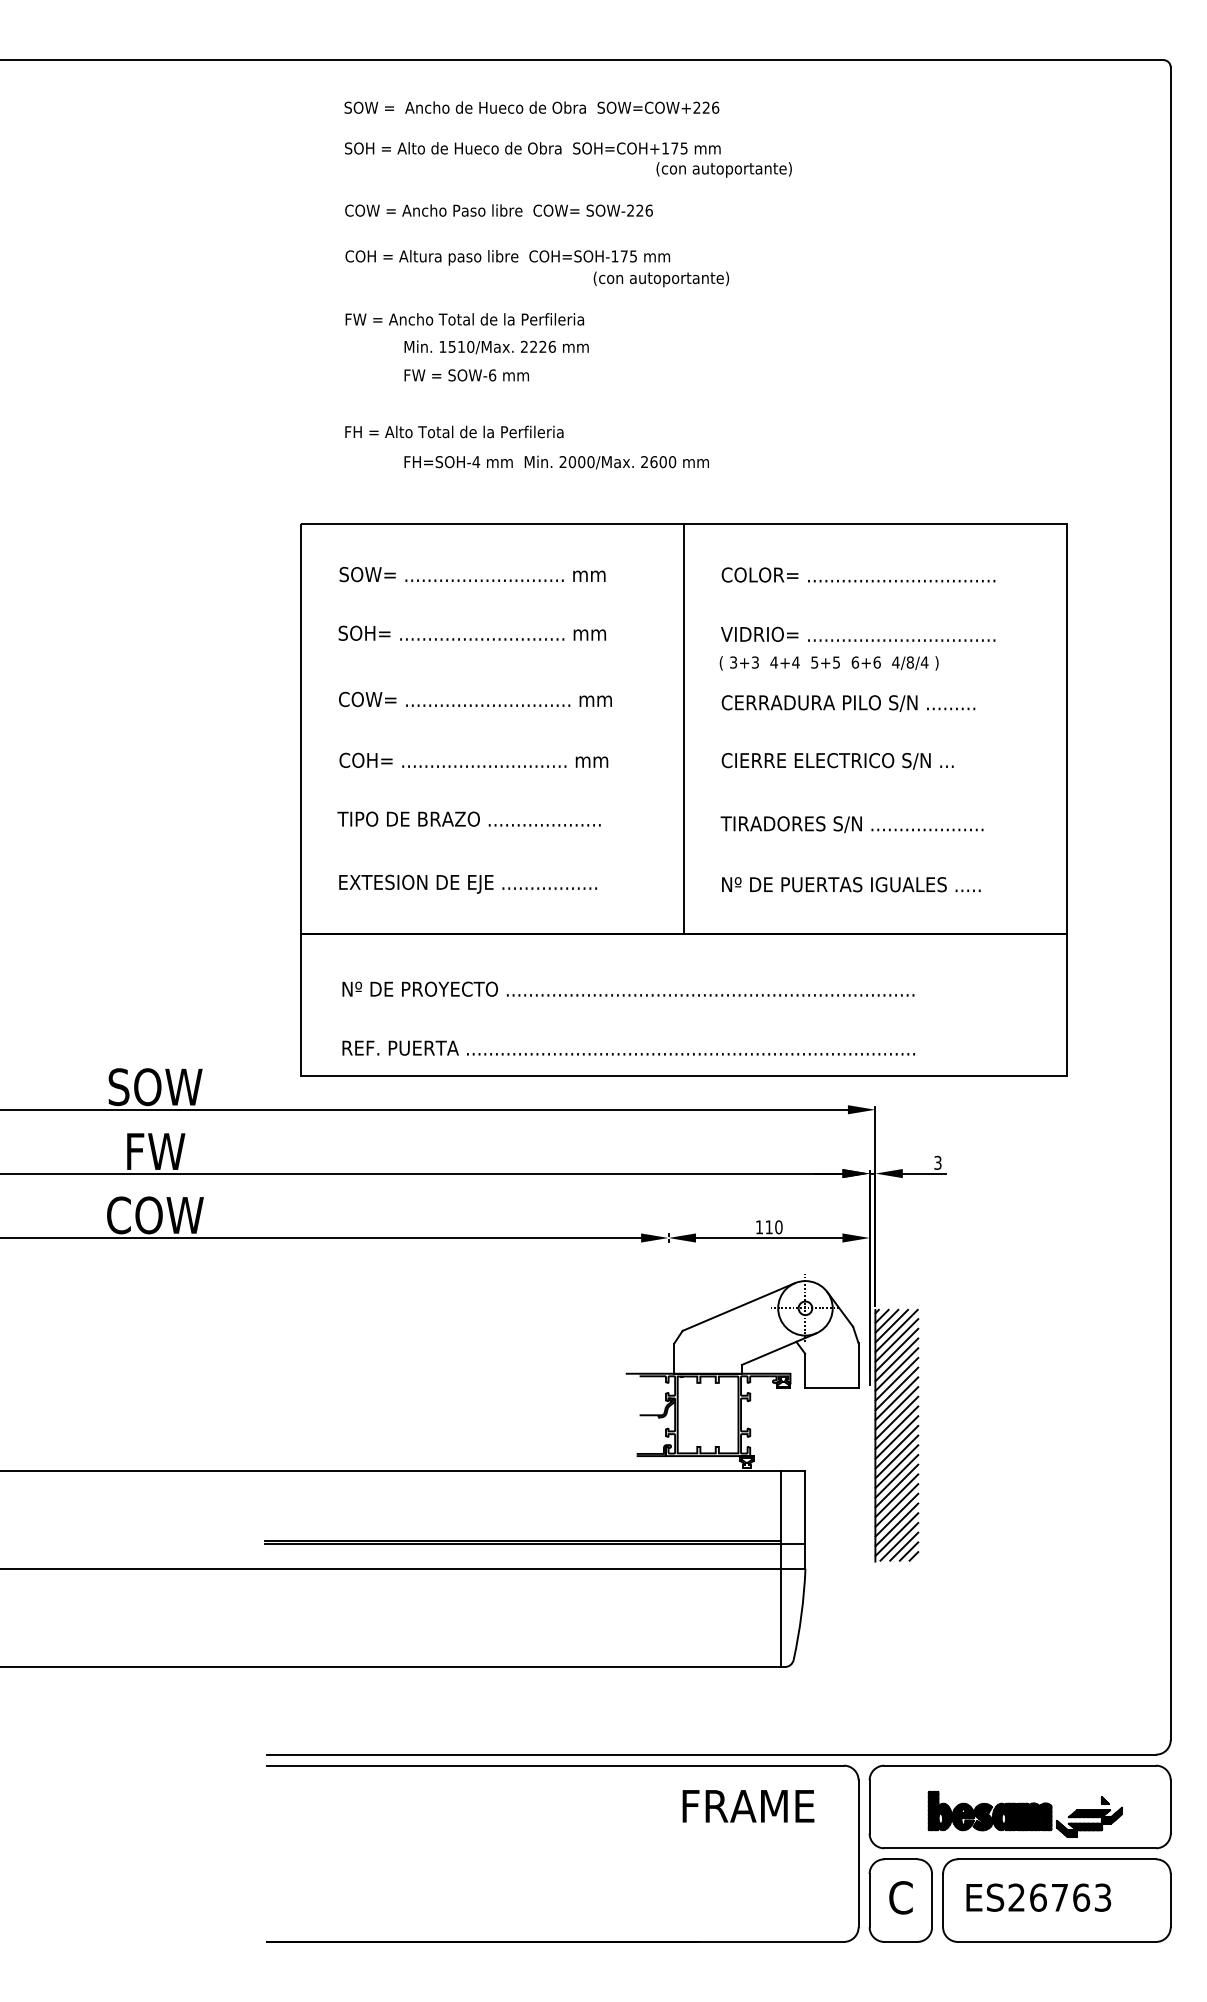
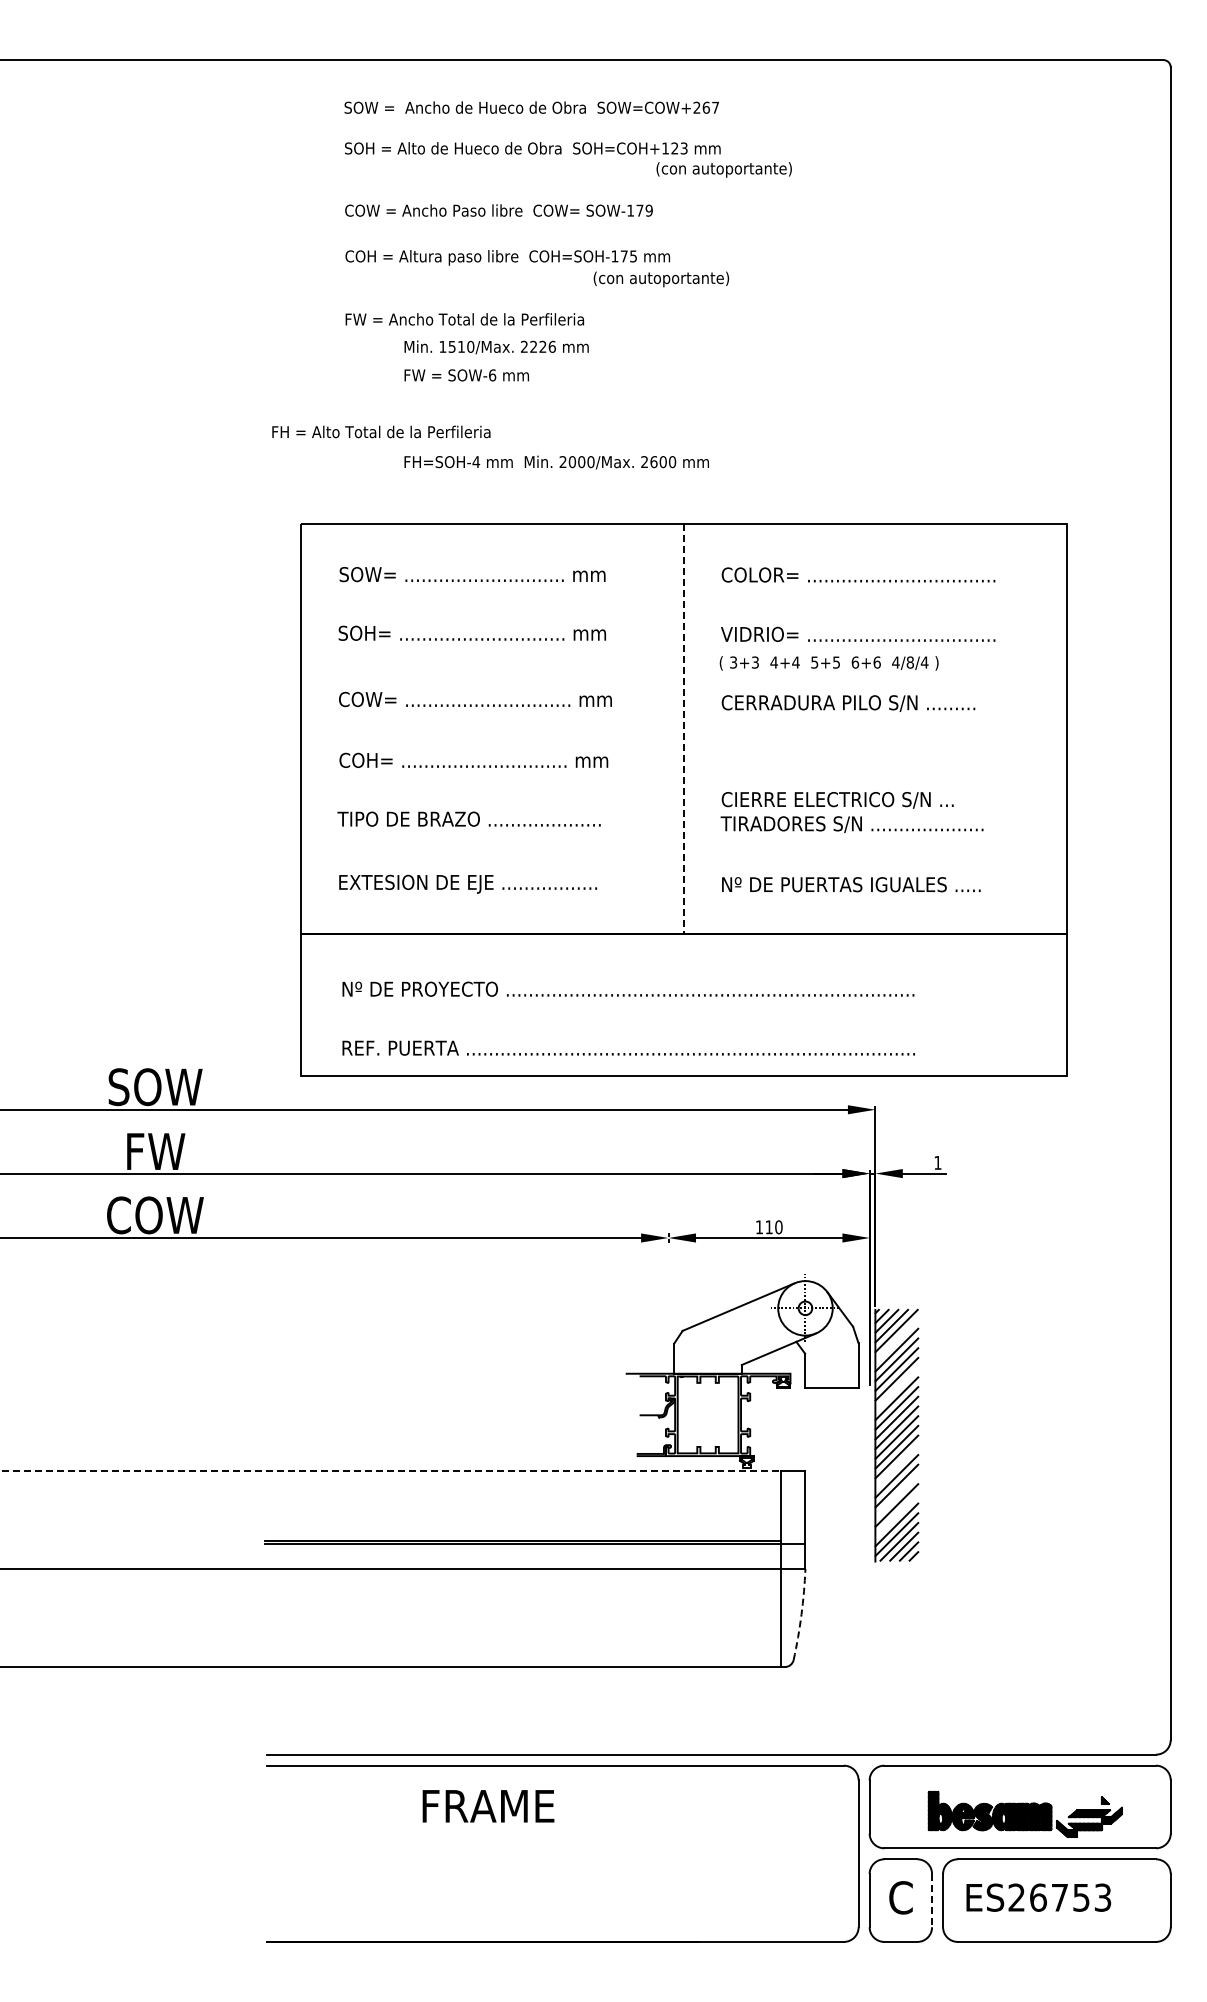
text at (710, 107): SOW=COW+226 -> SOW=COW+267
text at (679, 148): SOH=COH+175 -> SOH=COH+123
text at (639, 210): SOW-226 -> SOW-179
text at (454, 431) position: (454, 431) -> (381, 431)
line at (683, 729): solid -> dashed
text at (837, 761) position: (837, 761) -> (837, 800)
text at (937, 1162): 3 -> 1
line at (896, 1340): present -> none
line at (896, 1388): present -> none
line at (896, 1466): present -> none
line at (391, 1470): solid -> dashed
line at (896, 1495): present -> none
line at (896, 1514): present -> none
arc at (801, 1614): solid -> dashed
text at (748, 1806) position: (748, 1806) -> (488, 1806)
text at (1081, 1897): ES26763 -> ES26753
line at (932, 1900): solid -> dashed
